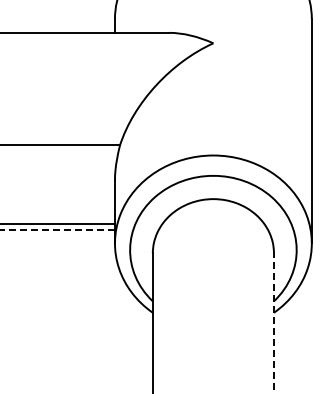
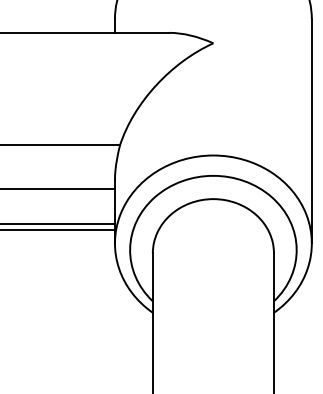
line at (58, 189): none -> present
line at (57, 229): dashed -> solid
line at (273, 323): dashed -> solid
